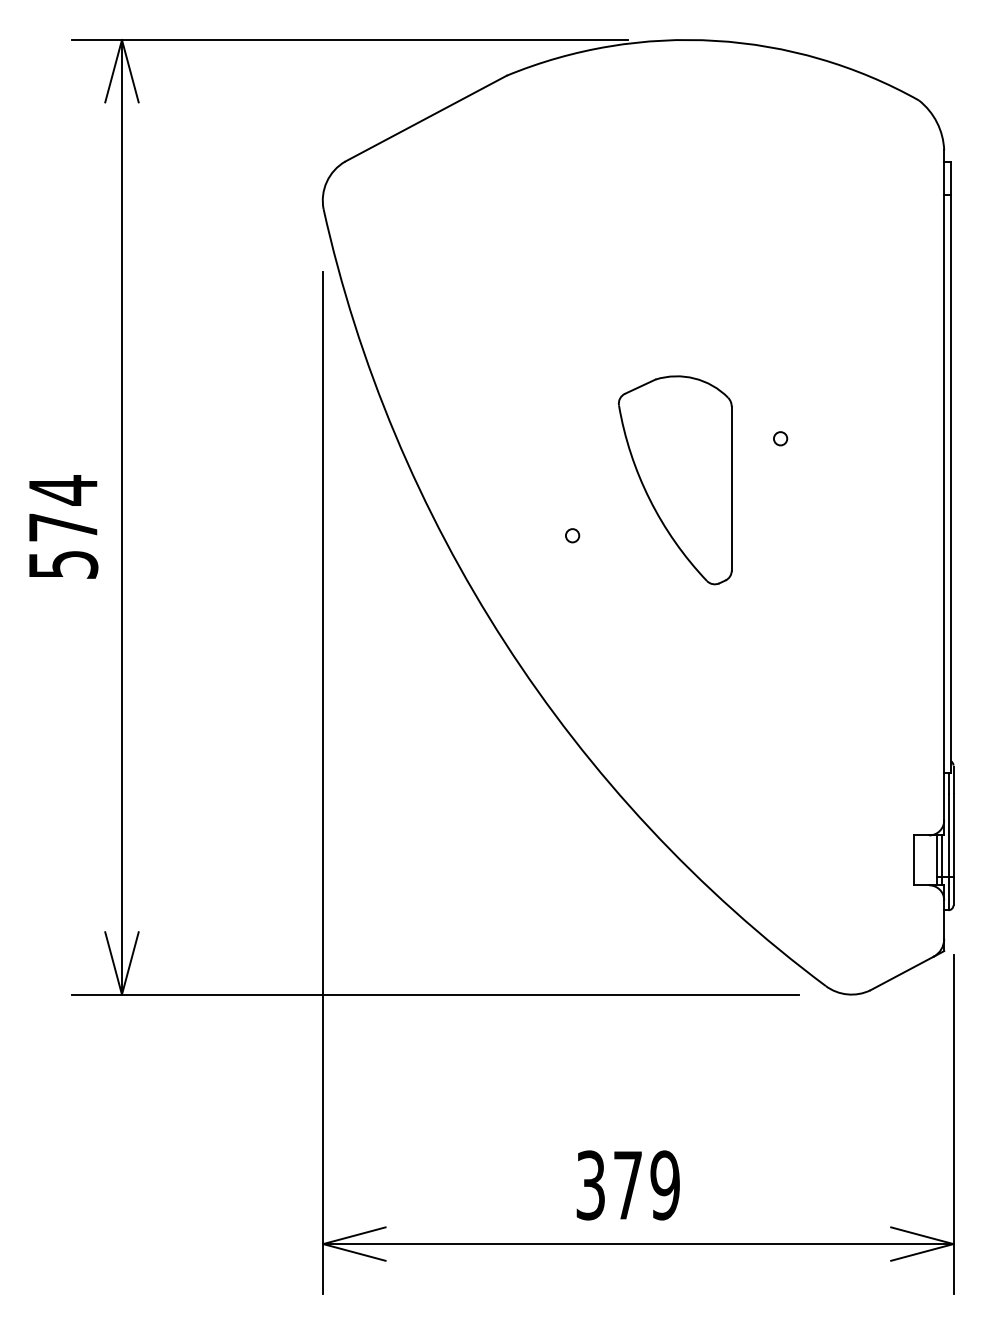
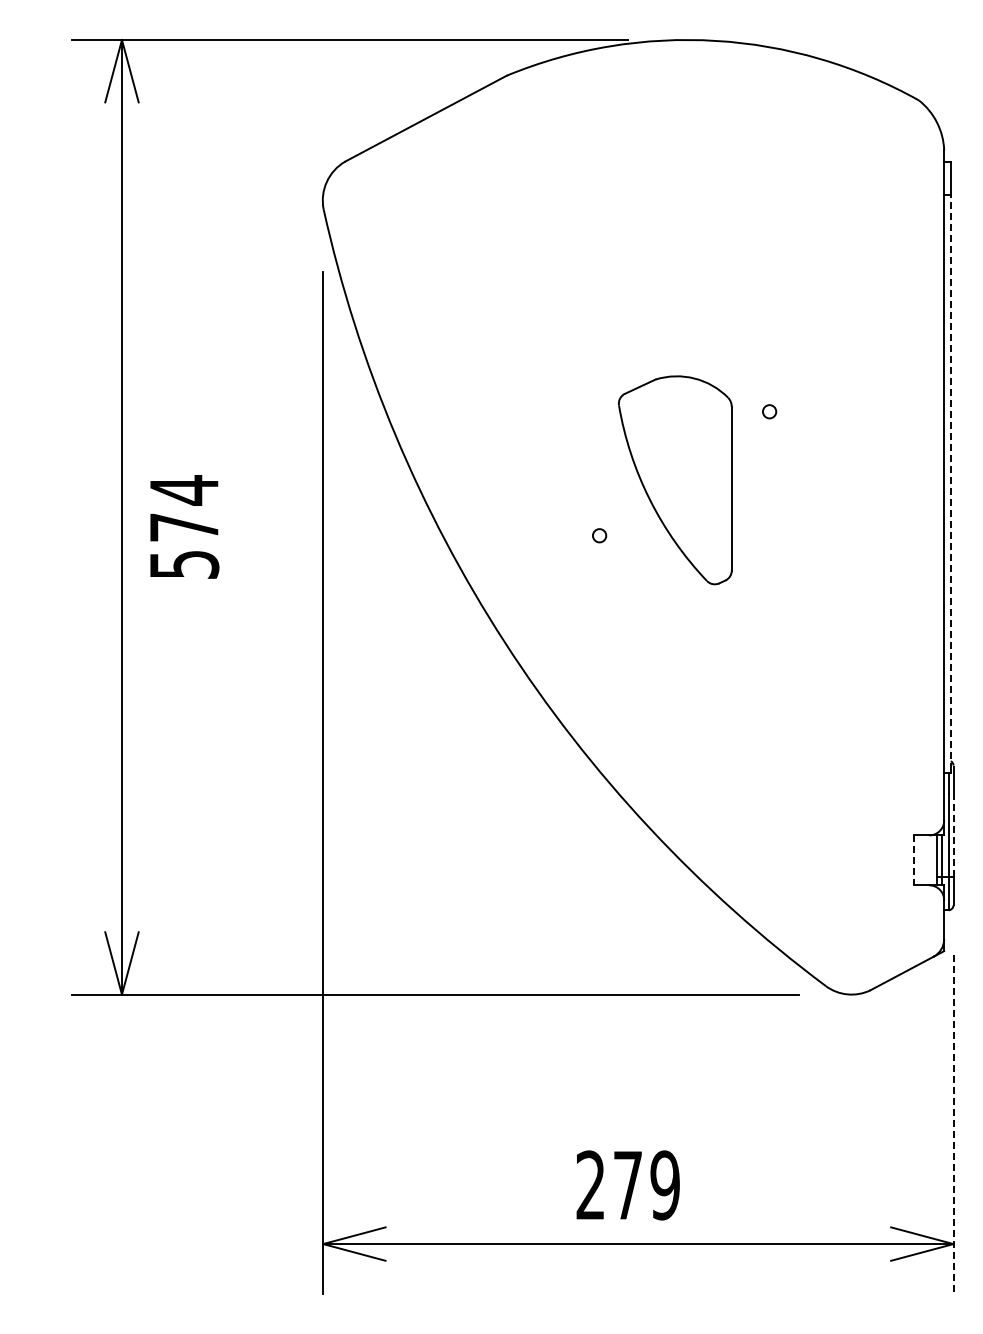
circle at (780, 438) position: (780, 438) -> (769, 411)
line at (950, 482): solid -> dashed
text at (63, 526) position: (63, 526) -> (184, 526)
circle at (572, 535) position: (572, 535) -> (599, 535)
line at (953, 835): solid -> dashed
line at (914, 860): solid -> dashed
line at (953, 1124): solid -> dashed
text at (590, 1185): 379 -> 279
